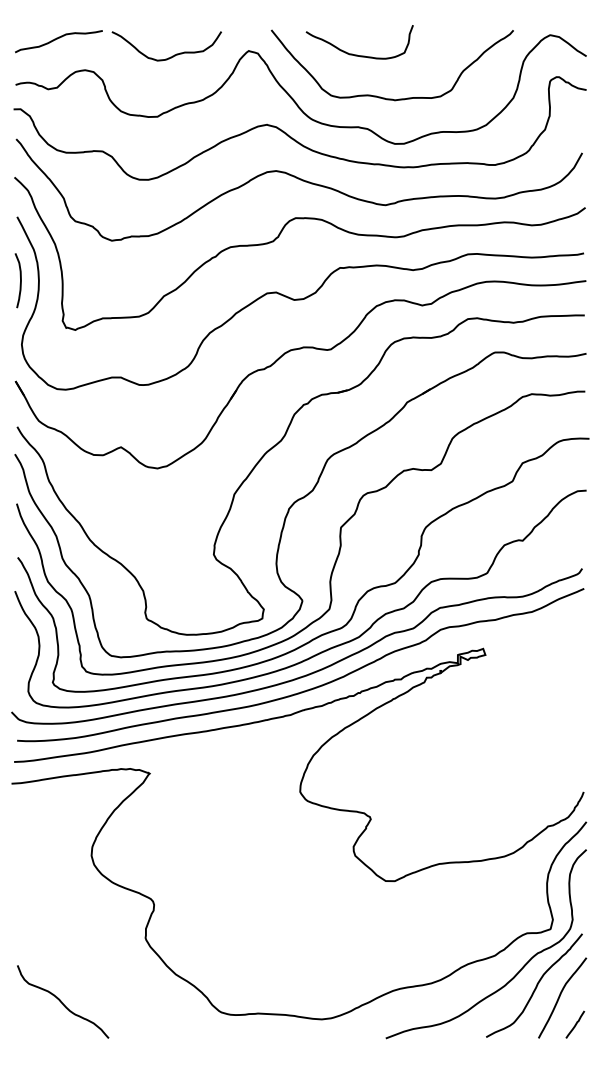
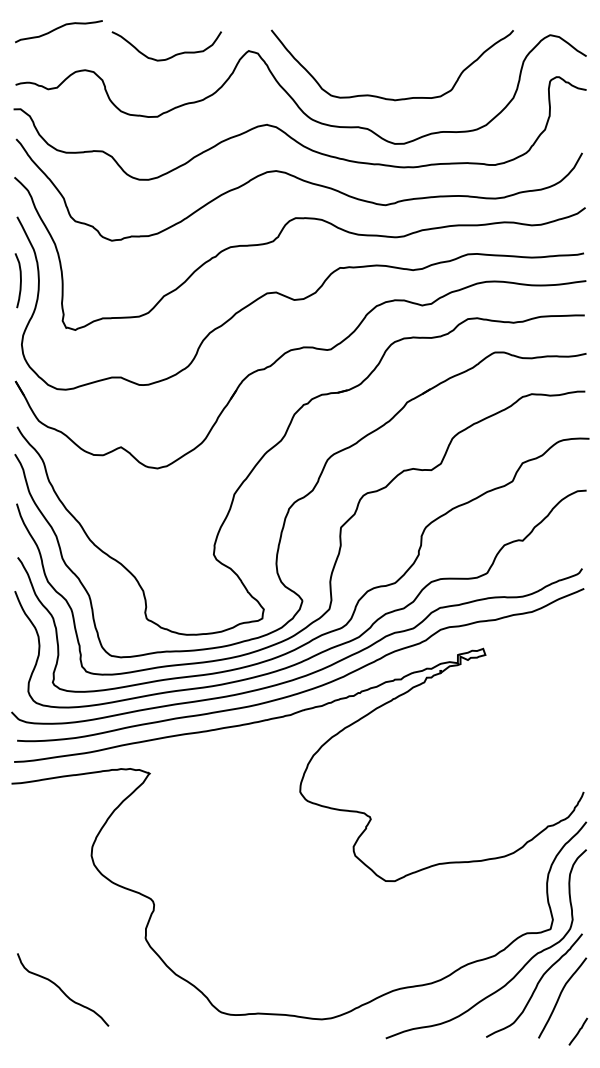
curve at (57, 39) position: (57, 39) -> (57, 29)
curve at (357, 54): present -> none
curve at (62, 1002) position: (62, 1002) -> (62, 990)
line at (575, 1024) position: (575, 1024) -> (578, 1031)
